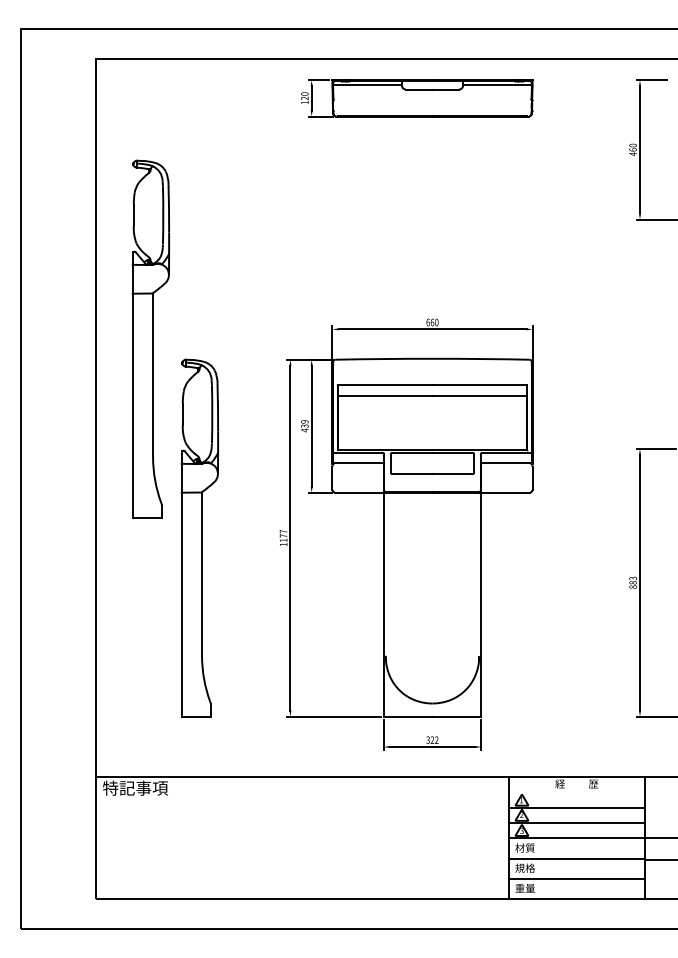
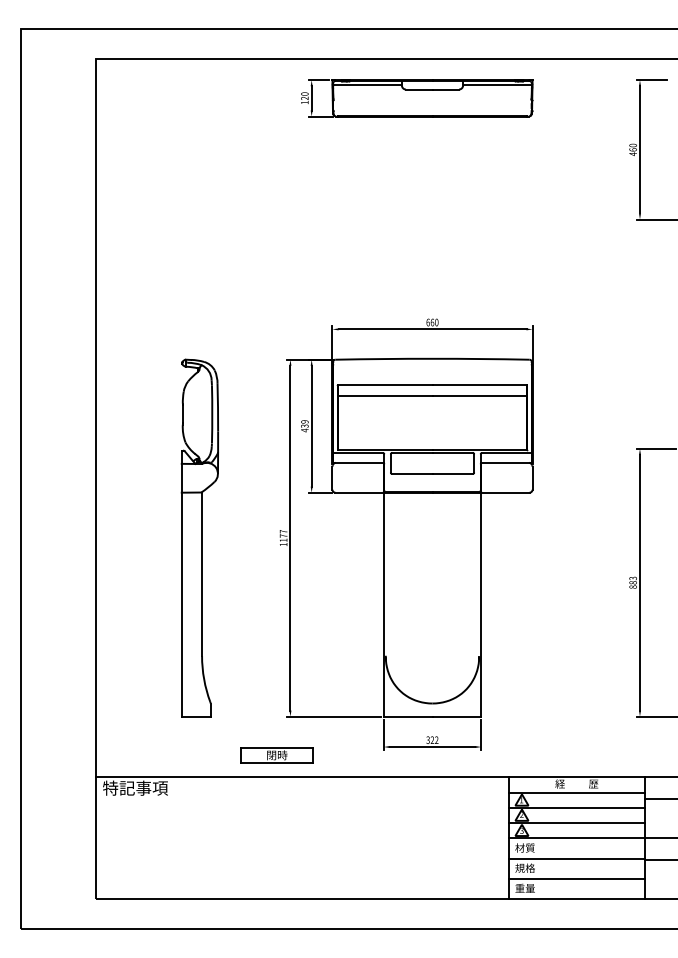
part at (150, 338): present -> none
part at (276, 755): none -> present
line at (576, 792): none -> present
line at (659, 798): none -> present
